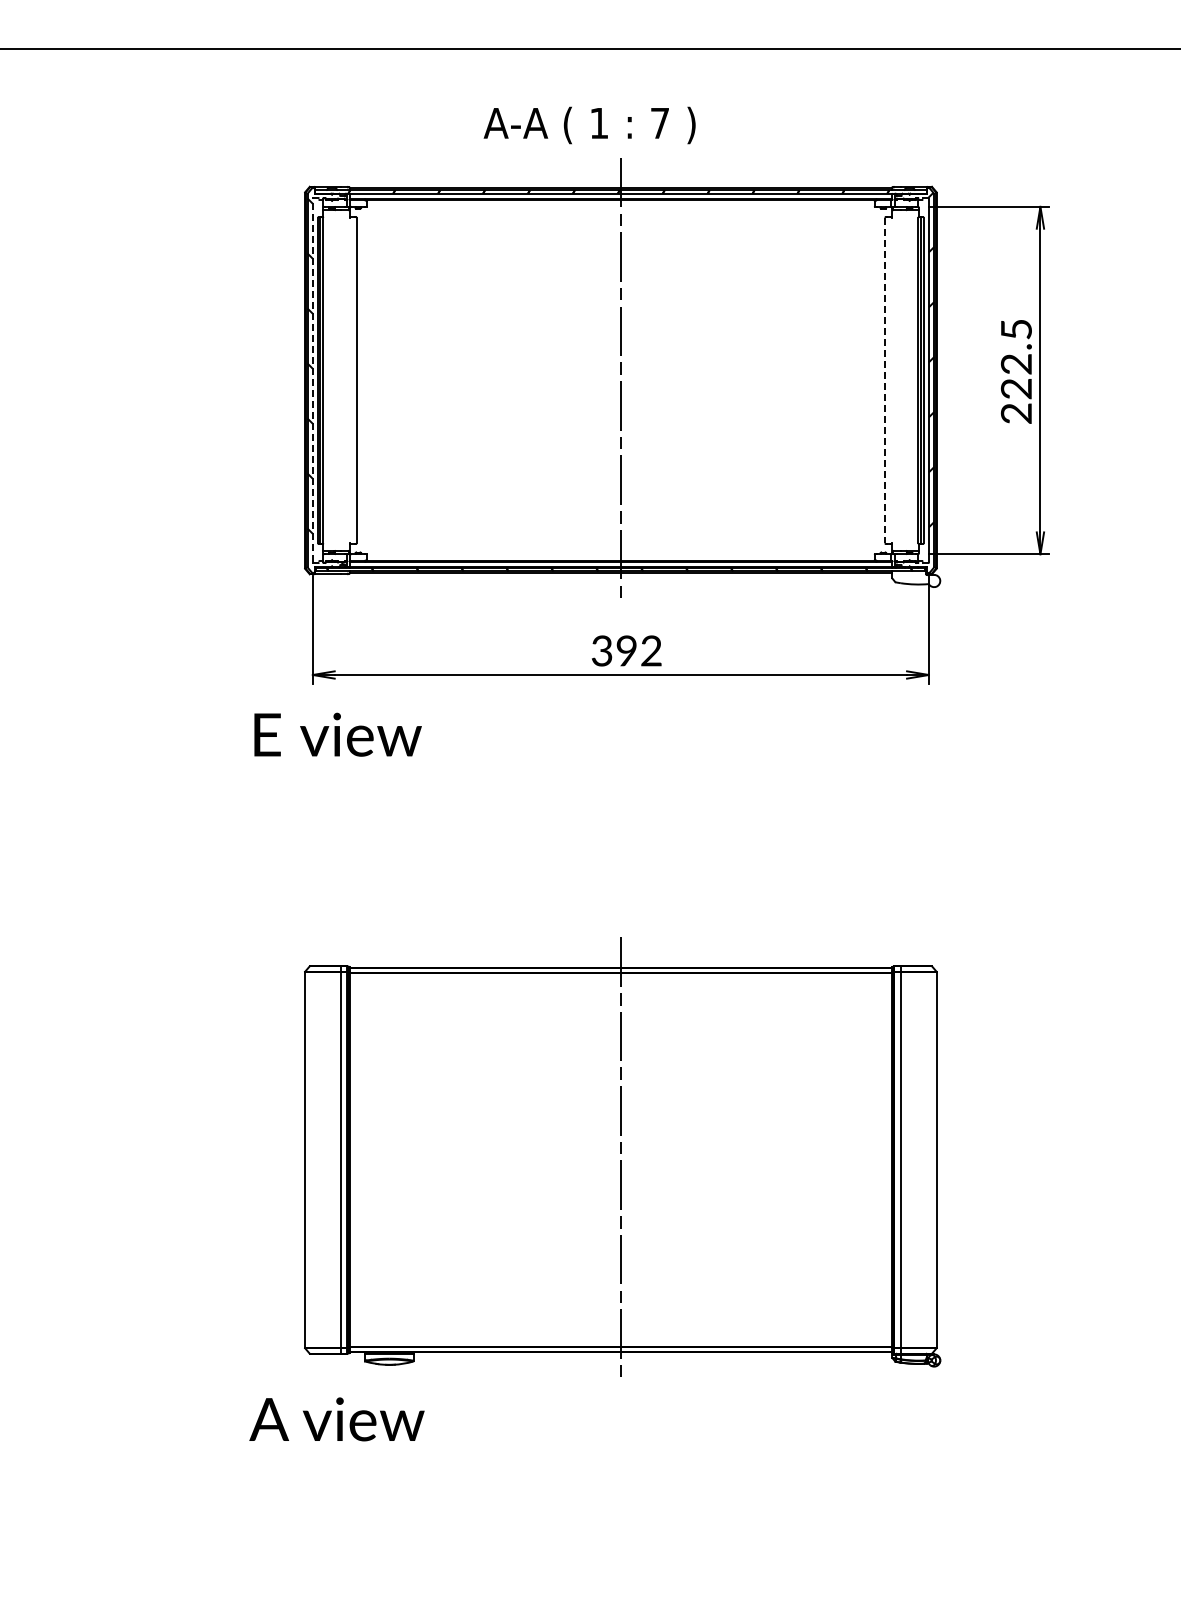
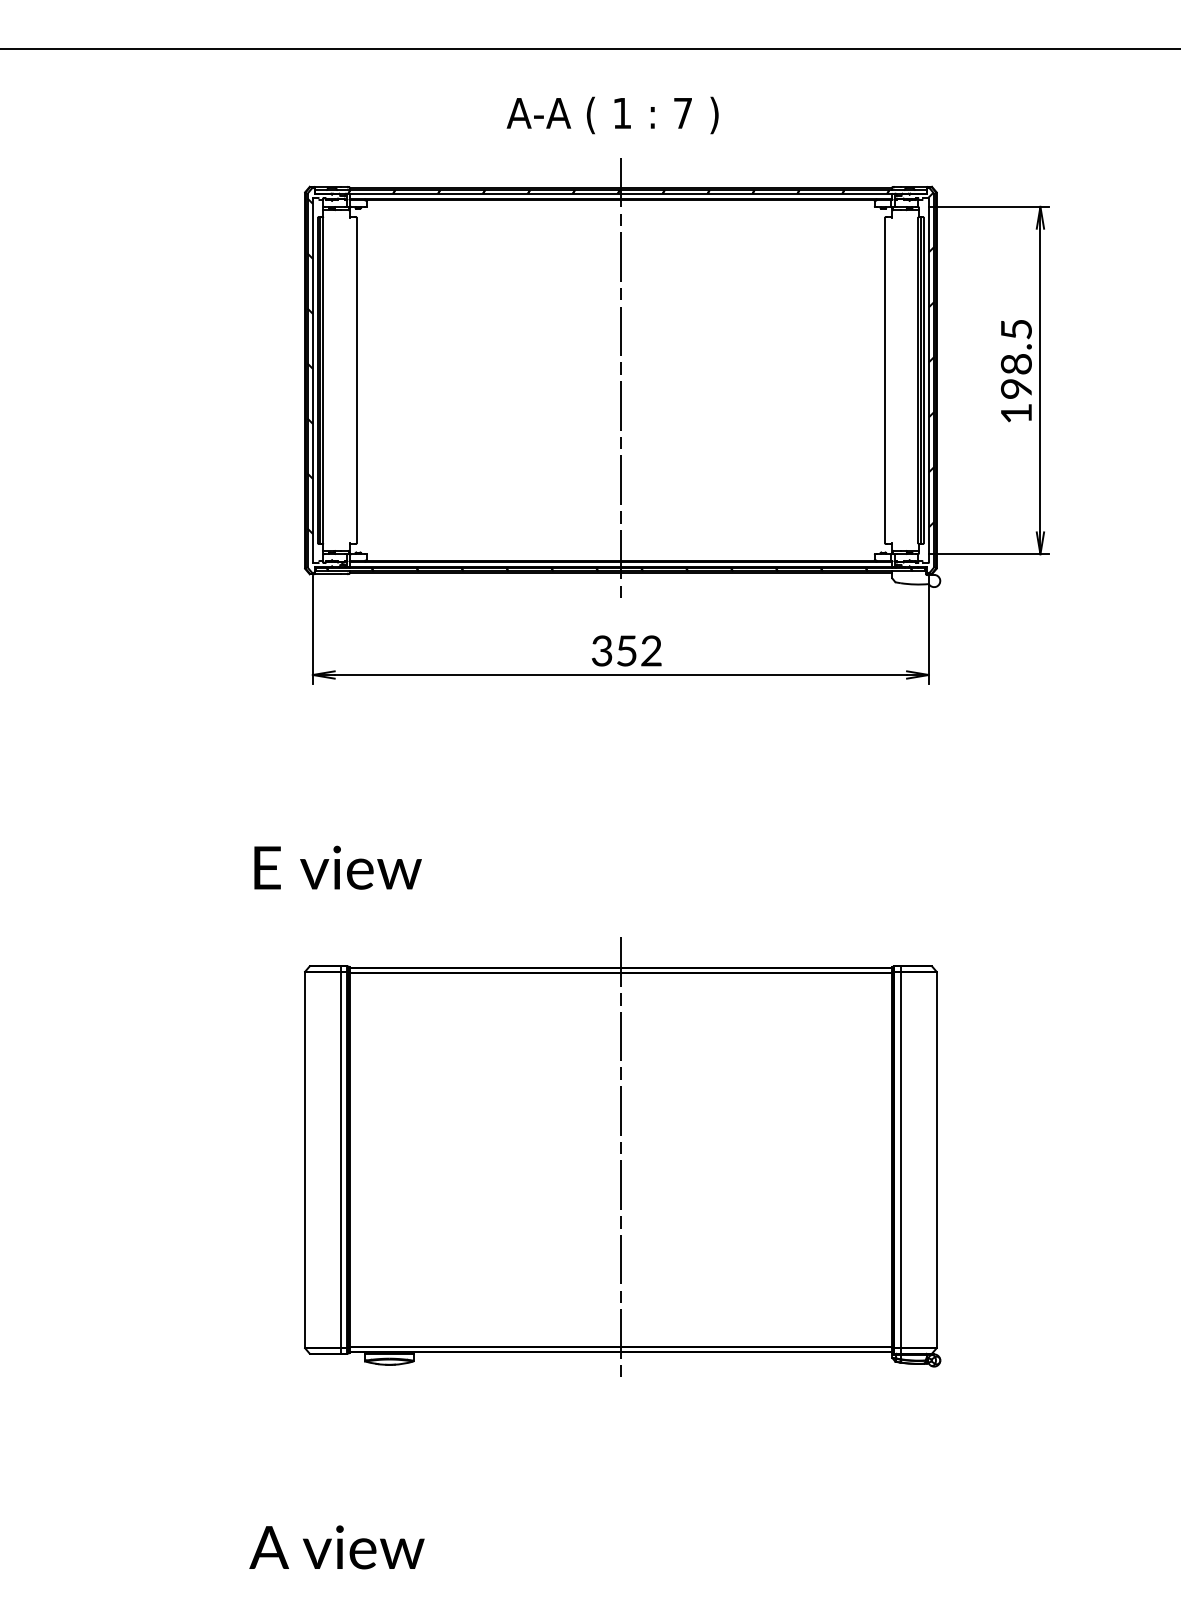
text at (589, 125) position: (589, 125) -> (612, 115)
line at (312, 380): dashed -> solid
line at (885, 380): dashed -> solid
text at (1015, 388): 222.5 -> 198.5
text at (626, 650): 392 -> 352
text at (337, 734) position: (337, 734) -> (337, 867)
text at (336, 1419) position: (336, 1419) -> (336, 1547)
